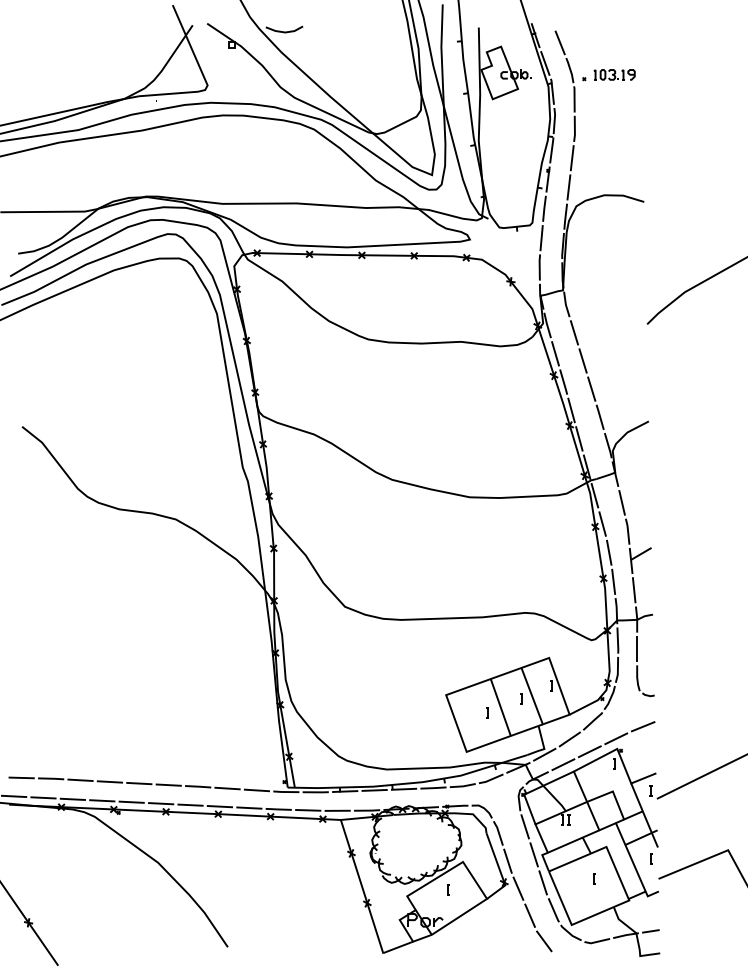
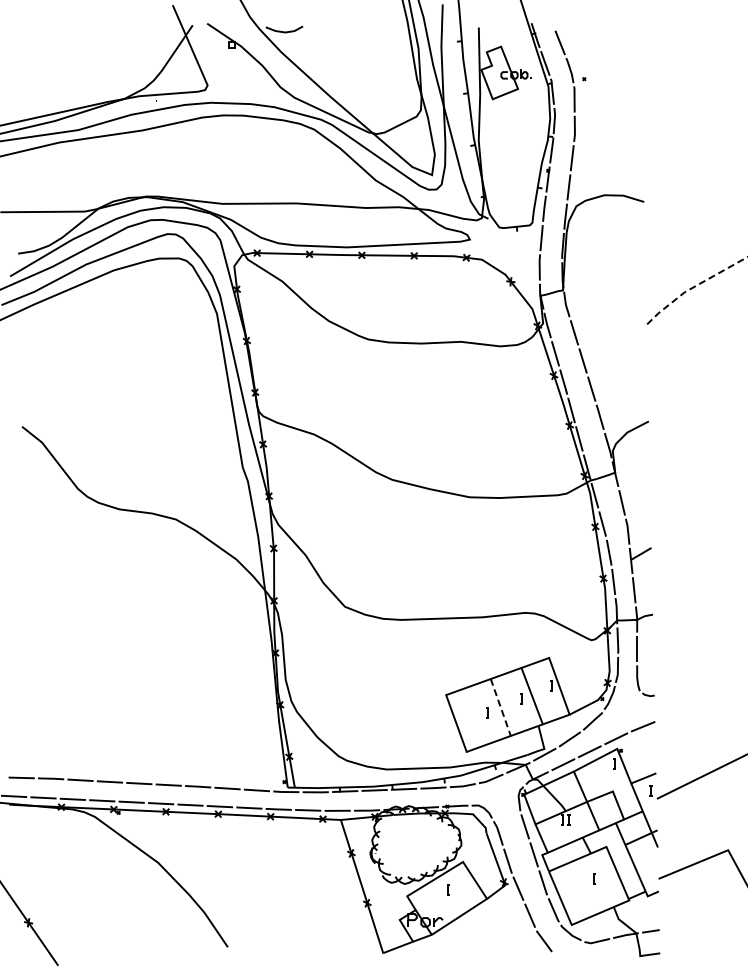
part at (614, 74): present -> none
line at (693, 287): solid -> dashed
line at (501, 708): solid -> dashed
line at (651, 858): present -> none
